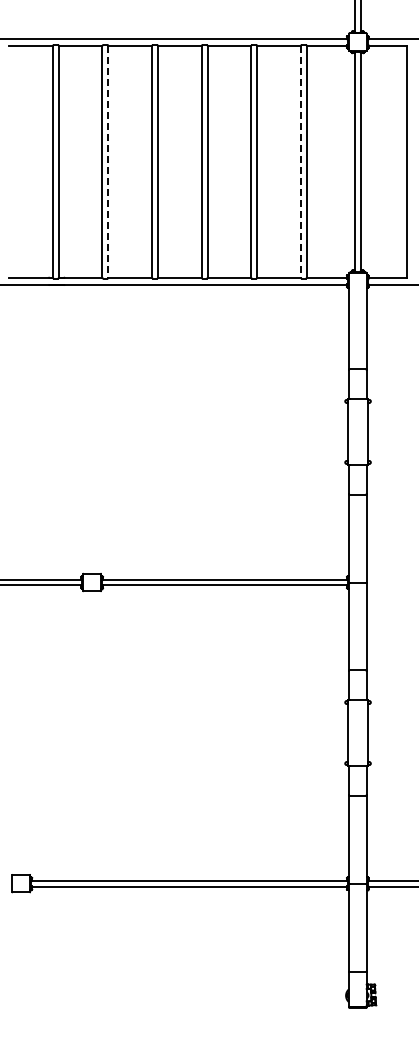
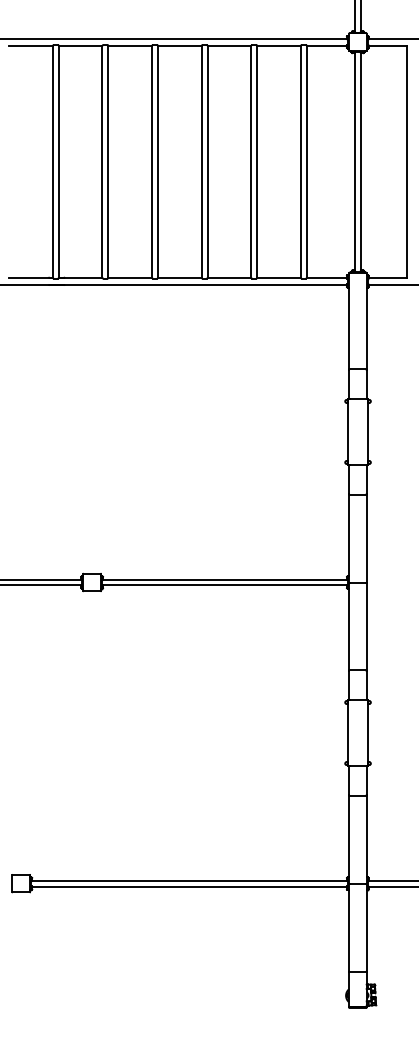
line at (108, 162): dashed -> solid
line at (300, 162): dashed -> solid
